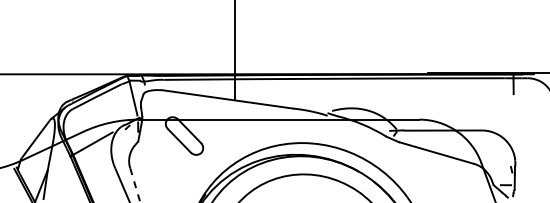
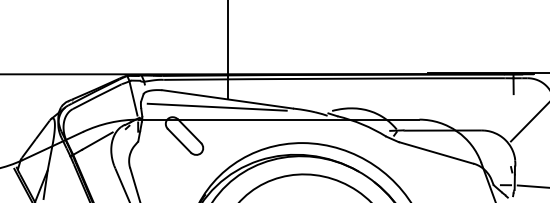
line at (234, 50) position: (234, 50) -> (227, 50)
line at (216, 106): none -> present
line at (528, 123): none -> present
line at (135, 185): dashed -> solid
line at (531, 186): none -> present
